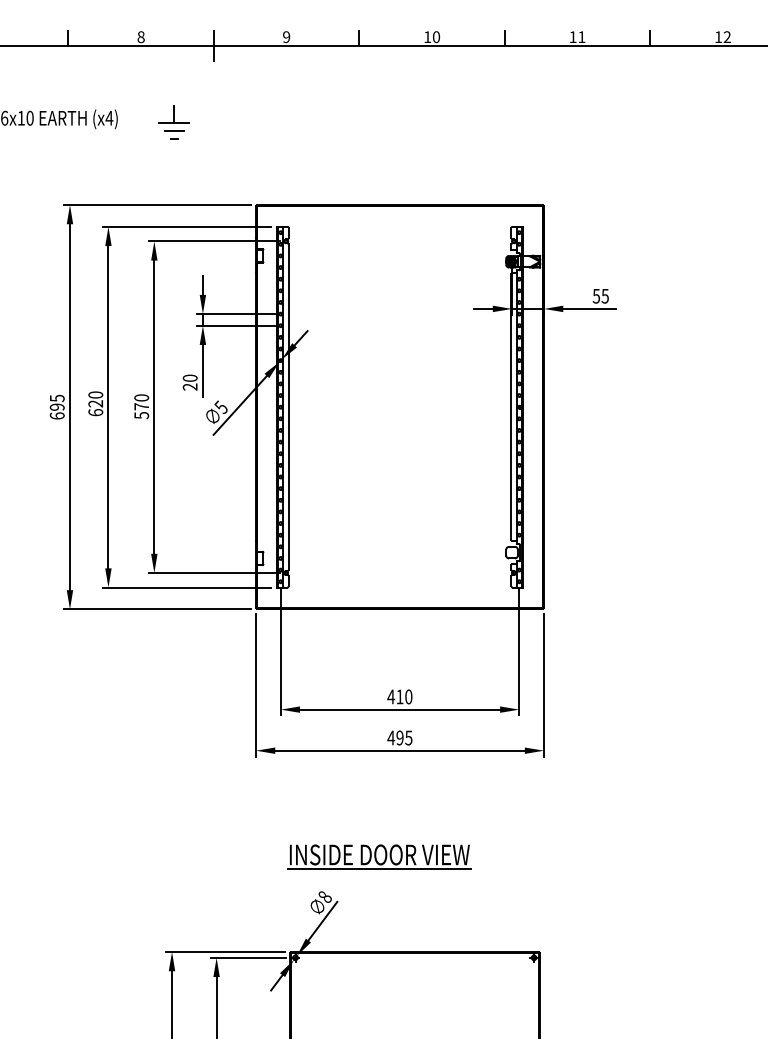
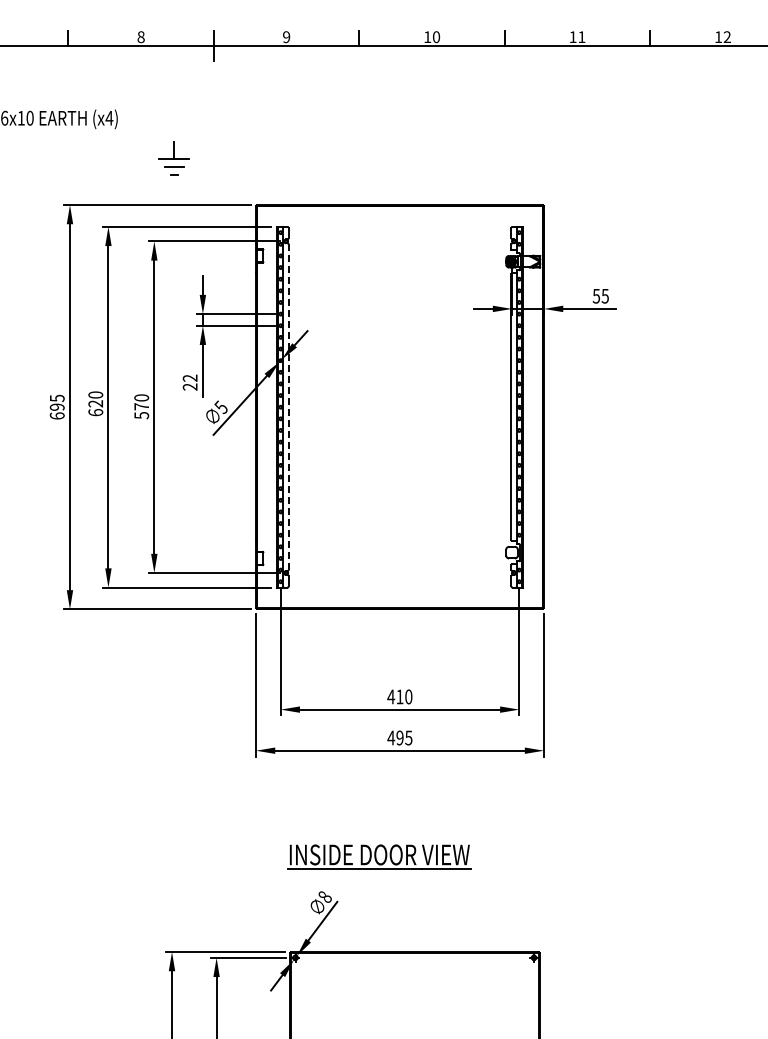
part at (173, 122) position: (173, 122) -> (173, 158)
text at (189, 377): 20 -> 22
line at (288, 407): solid -> dashed
